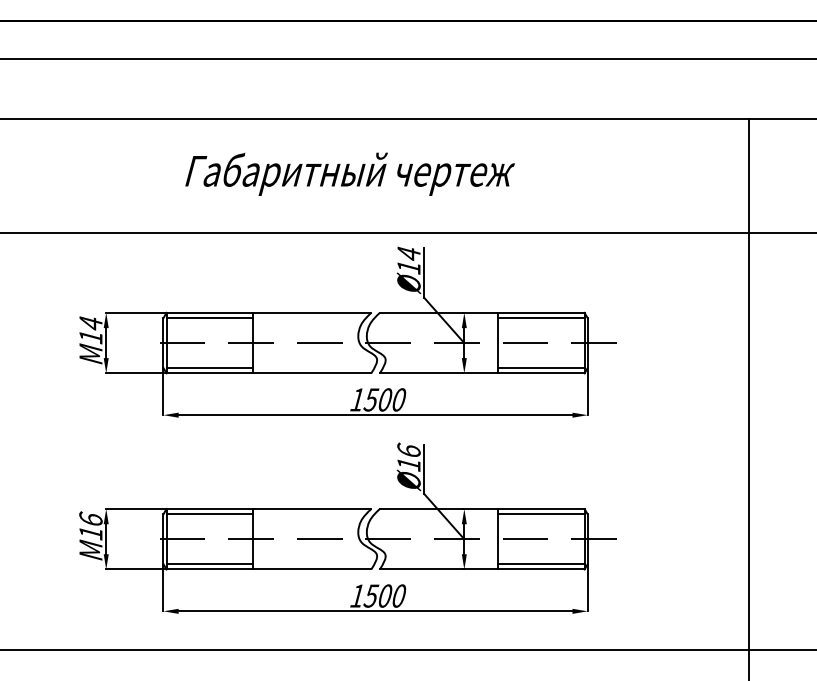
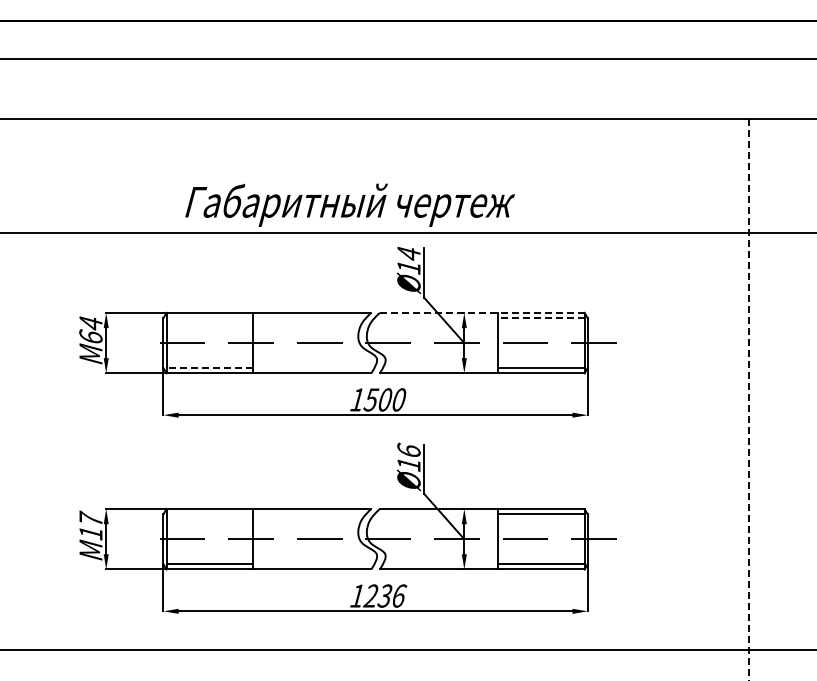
text at (349, 173) position: (349, 173) -> (349, 204)
line at (481, 312): solid -> dashed
line at (209, 318): present -> none
line at (540, 318): solid -> dashed
text at (90, 336): 14 -> 64
line at (209, 367): solid -> dashed
line at (749, 400): solid -> dashed
line at (209, 514): present -> none
text at (90, 517): 16 -> 17
text at (385, 595): 1500 -> 1236
